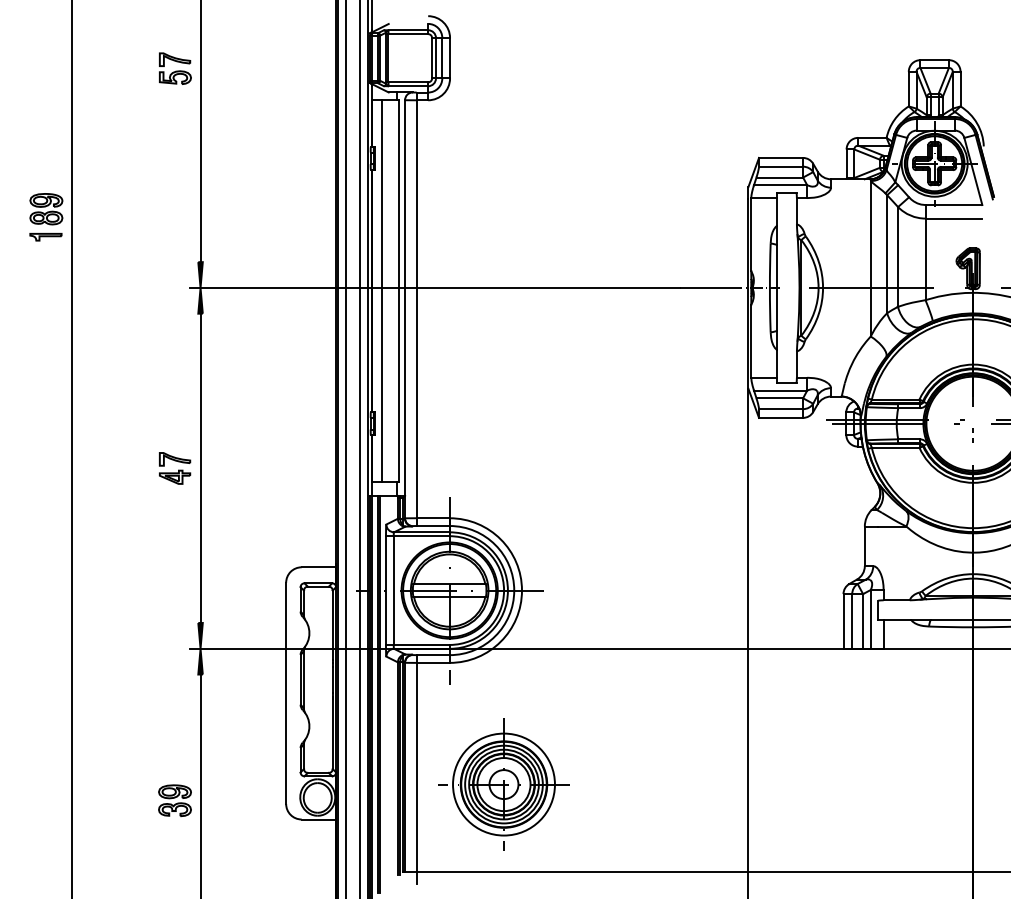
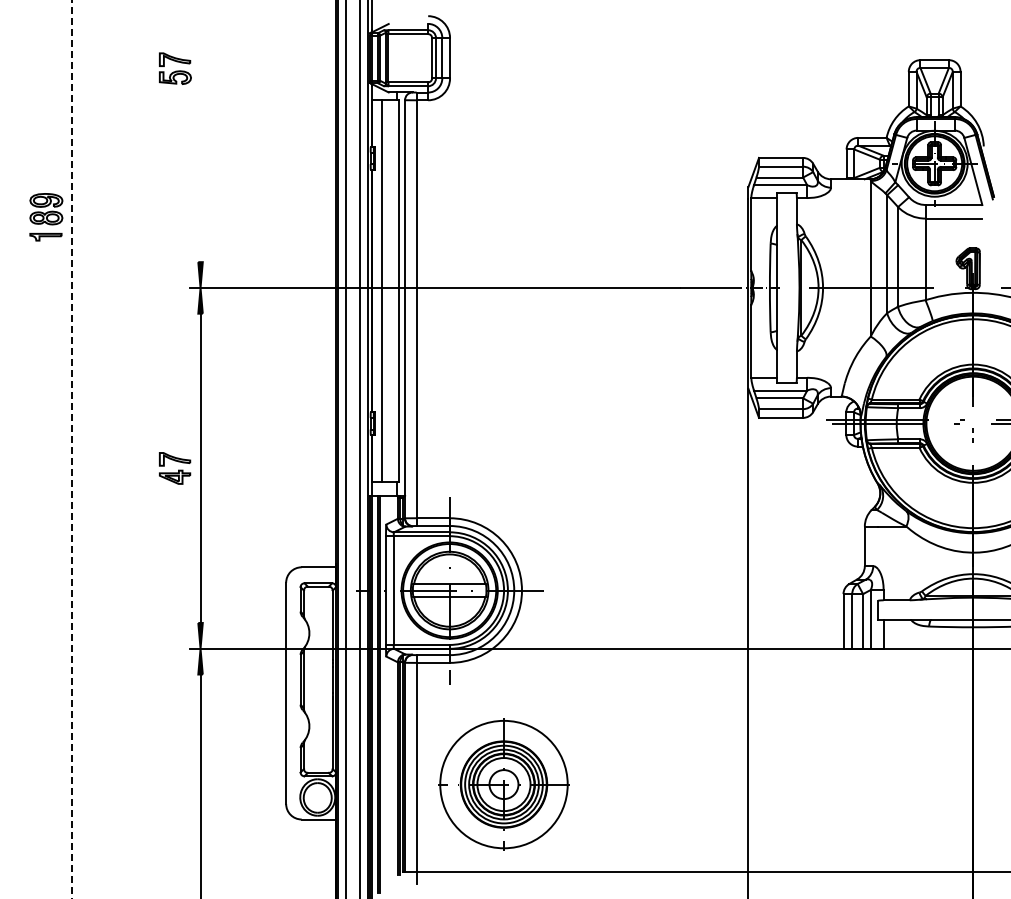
line at (200, 132): present -> none
line at (71, 448): solid -> dashed
circle at (503, 784) diameter: 102 px -> 127 px
part at (174, 800): present -> none
